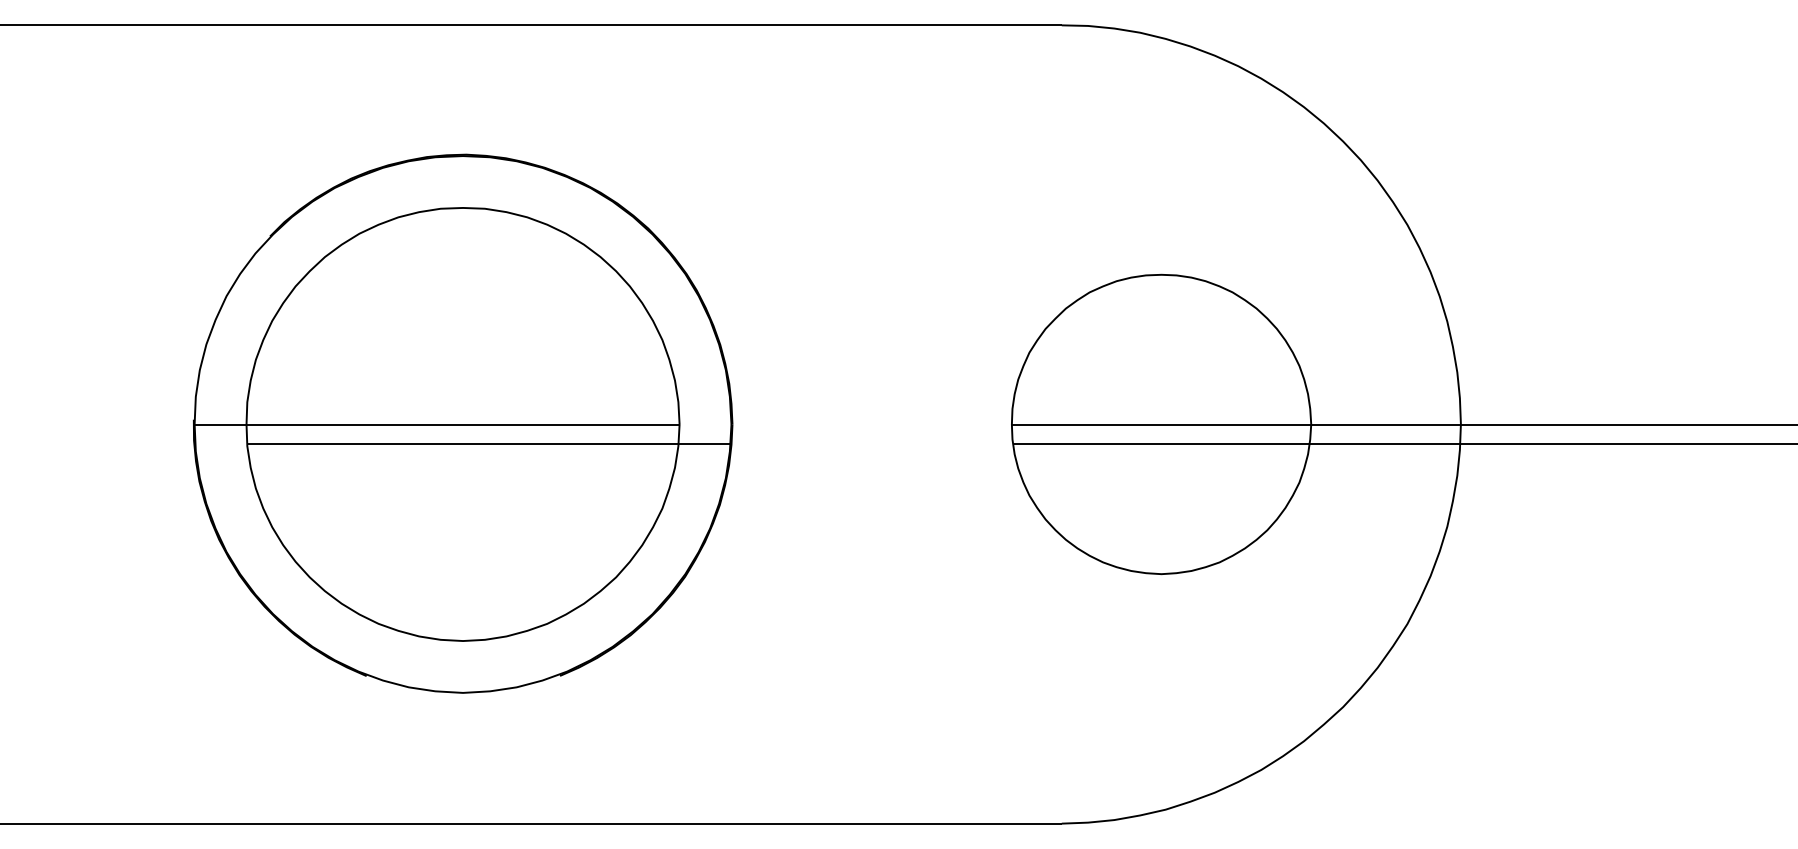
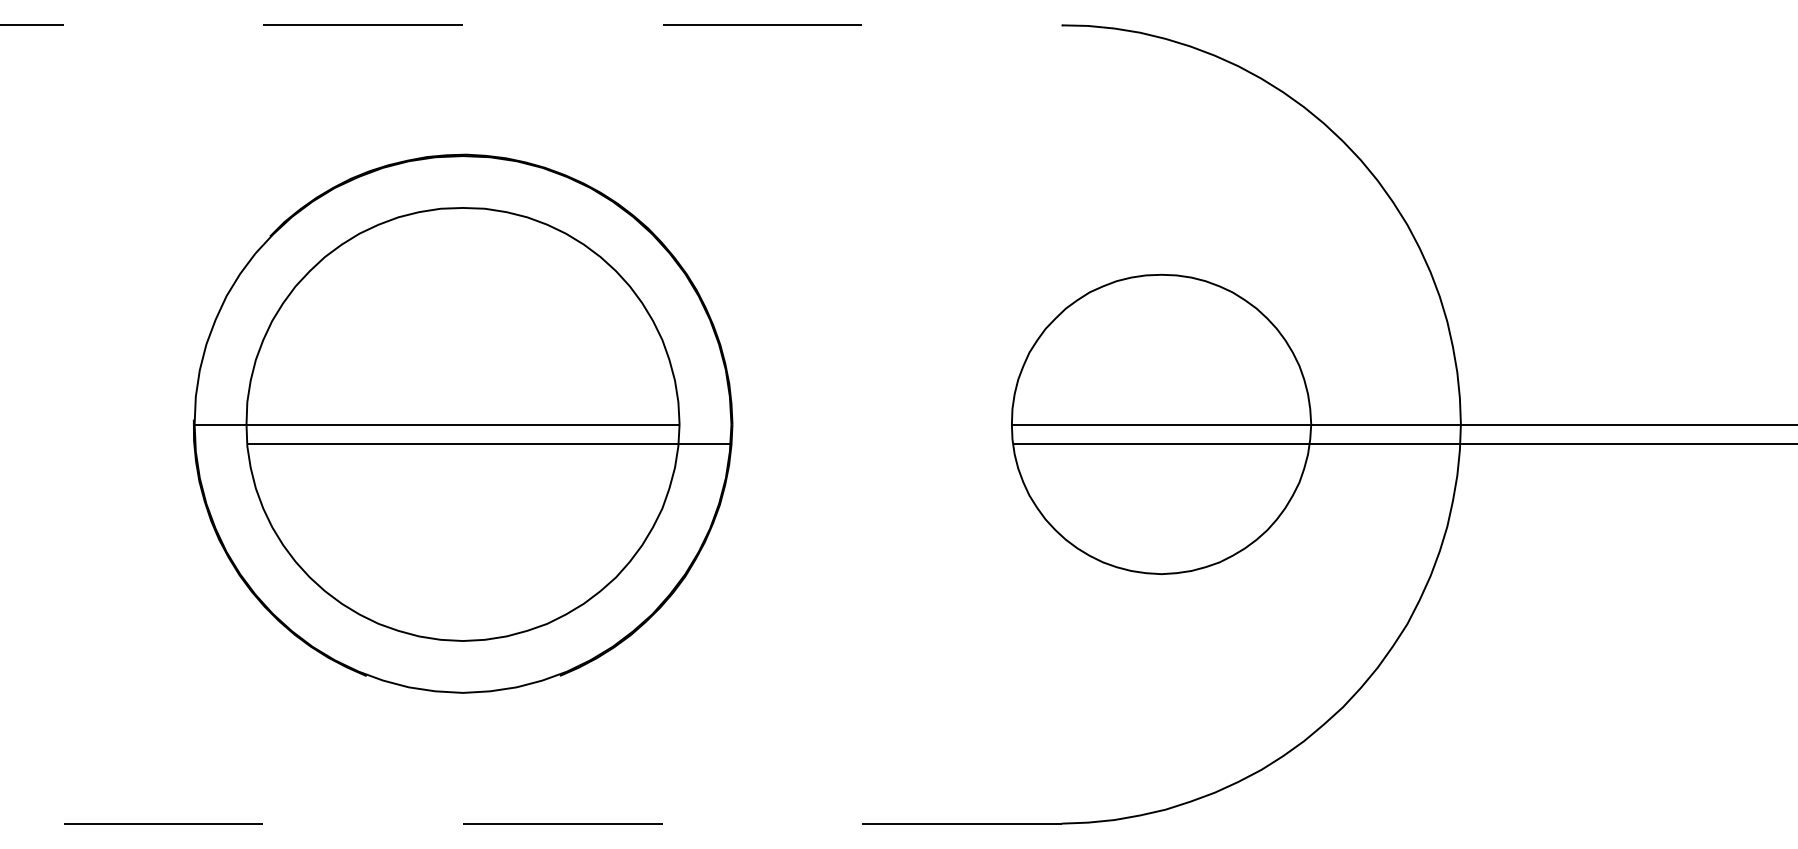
line at (531, 25): solid -> dashed
line at (531, 823): solid -> dashed
